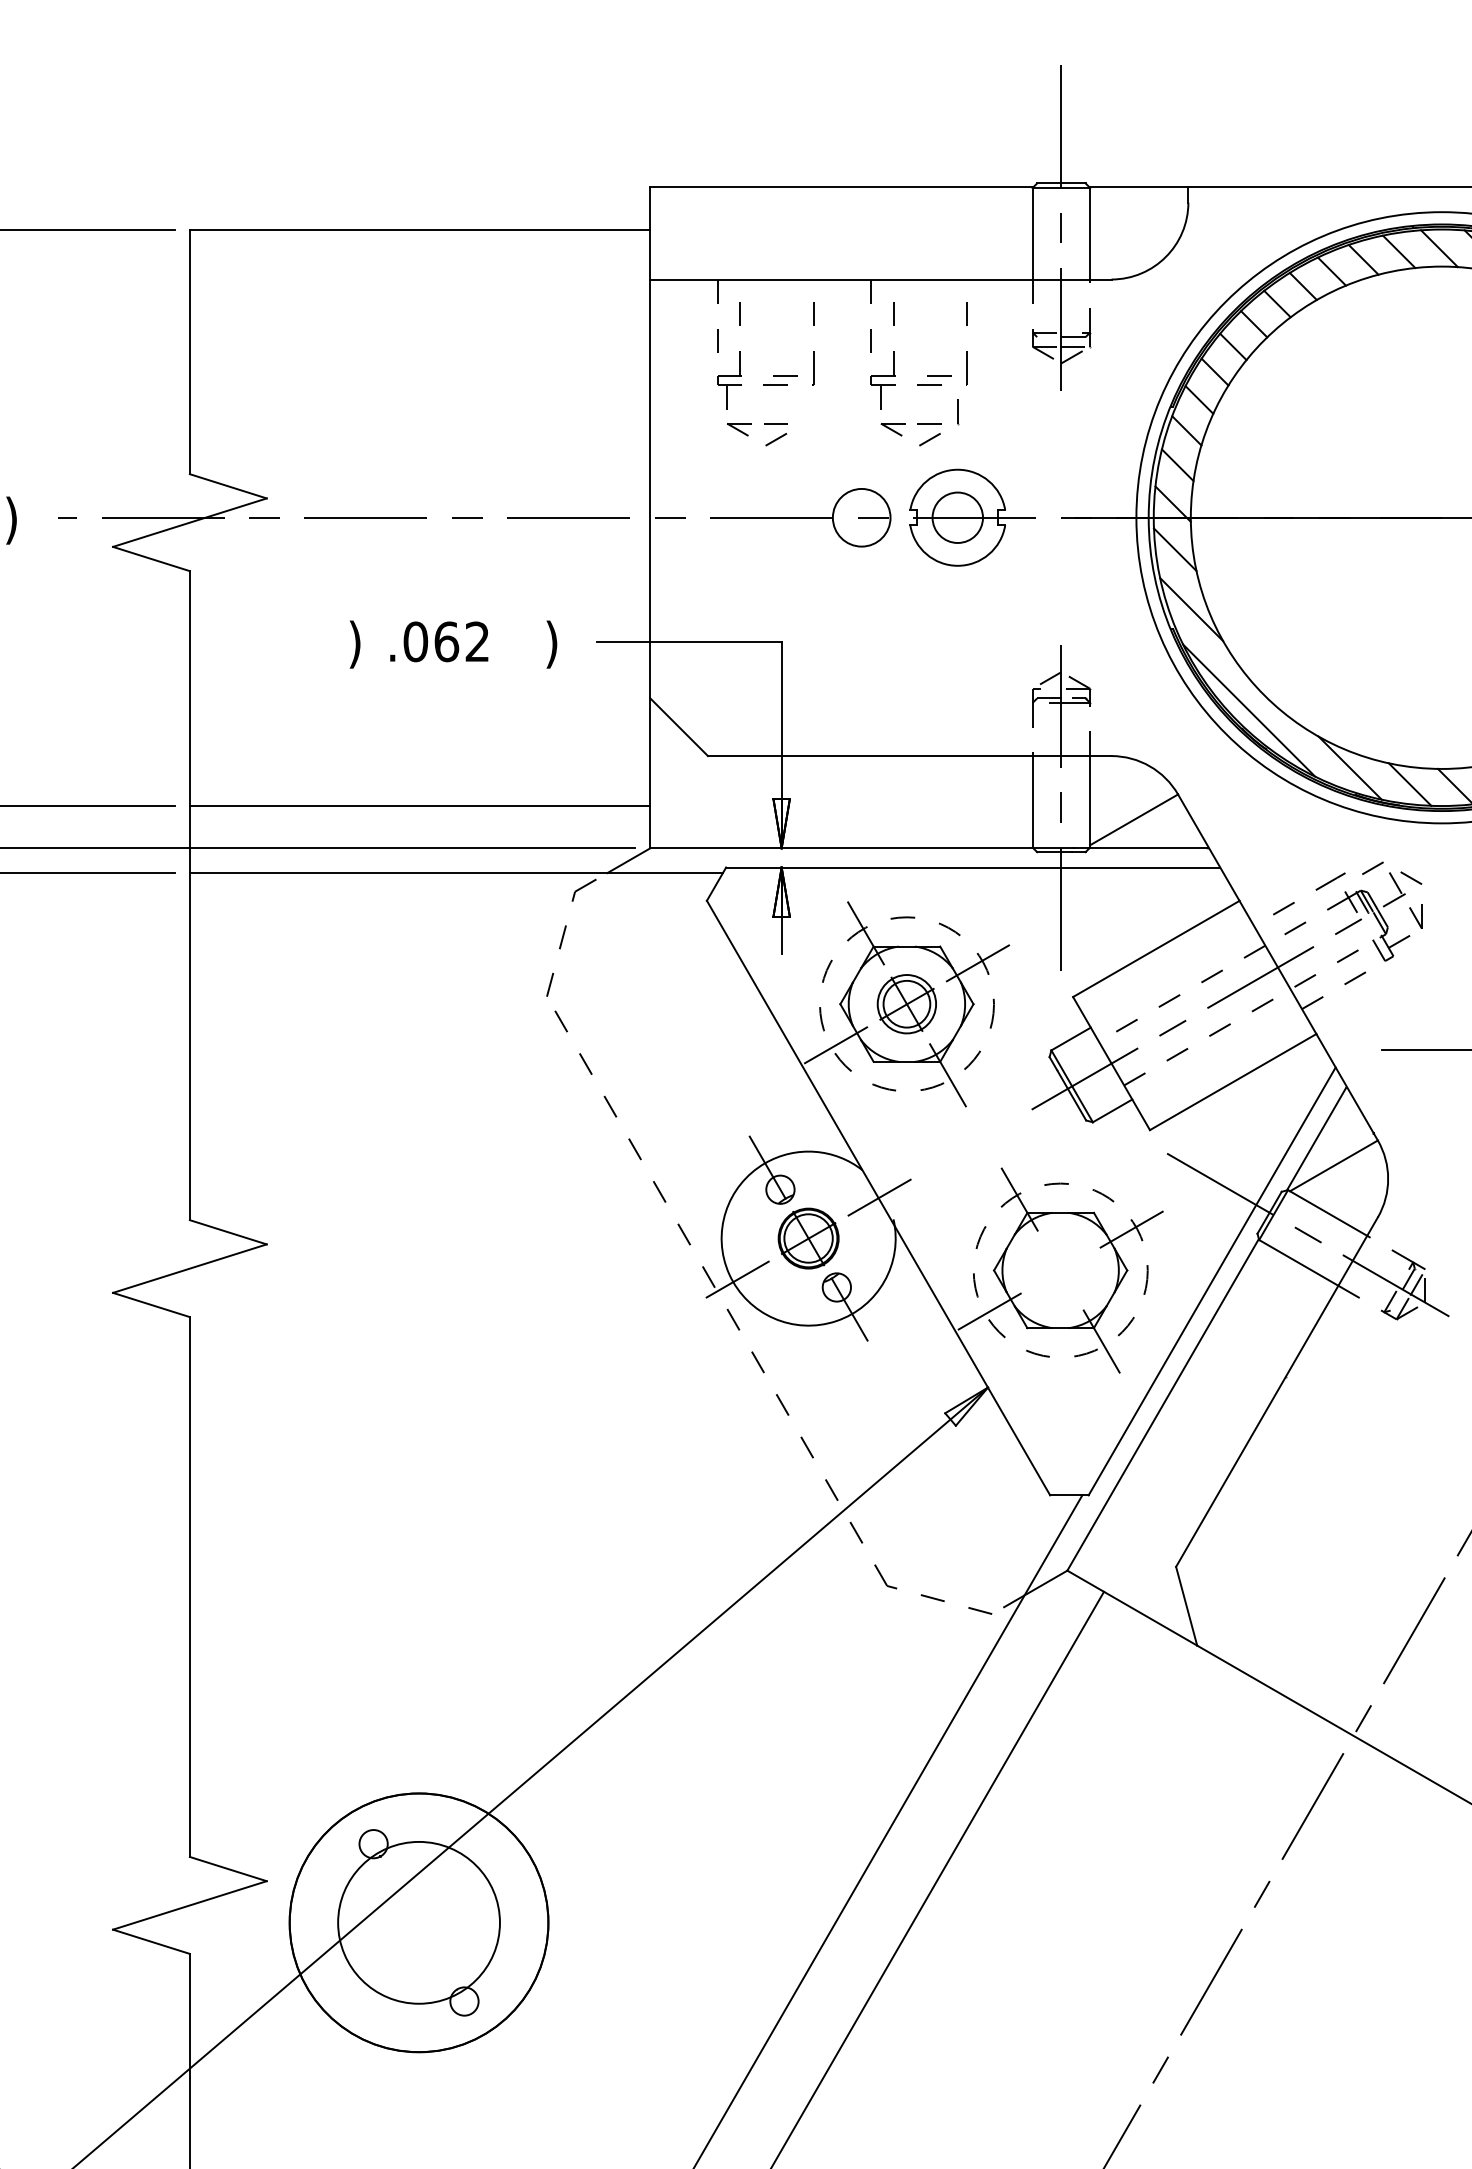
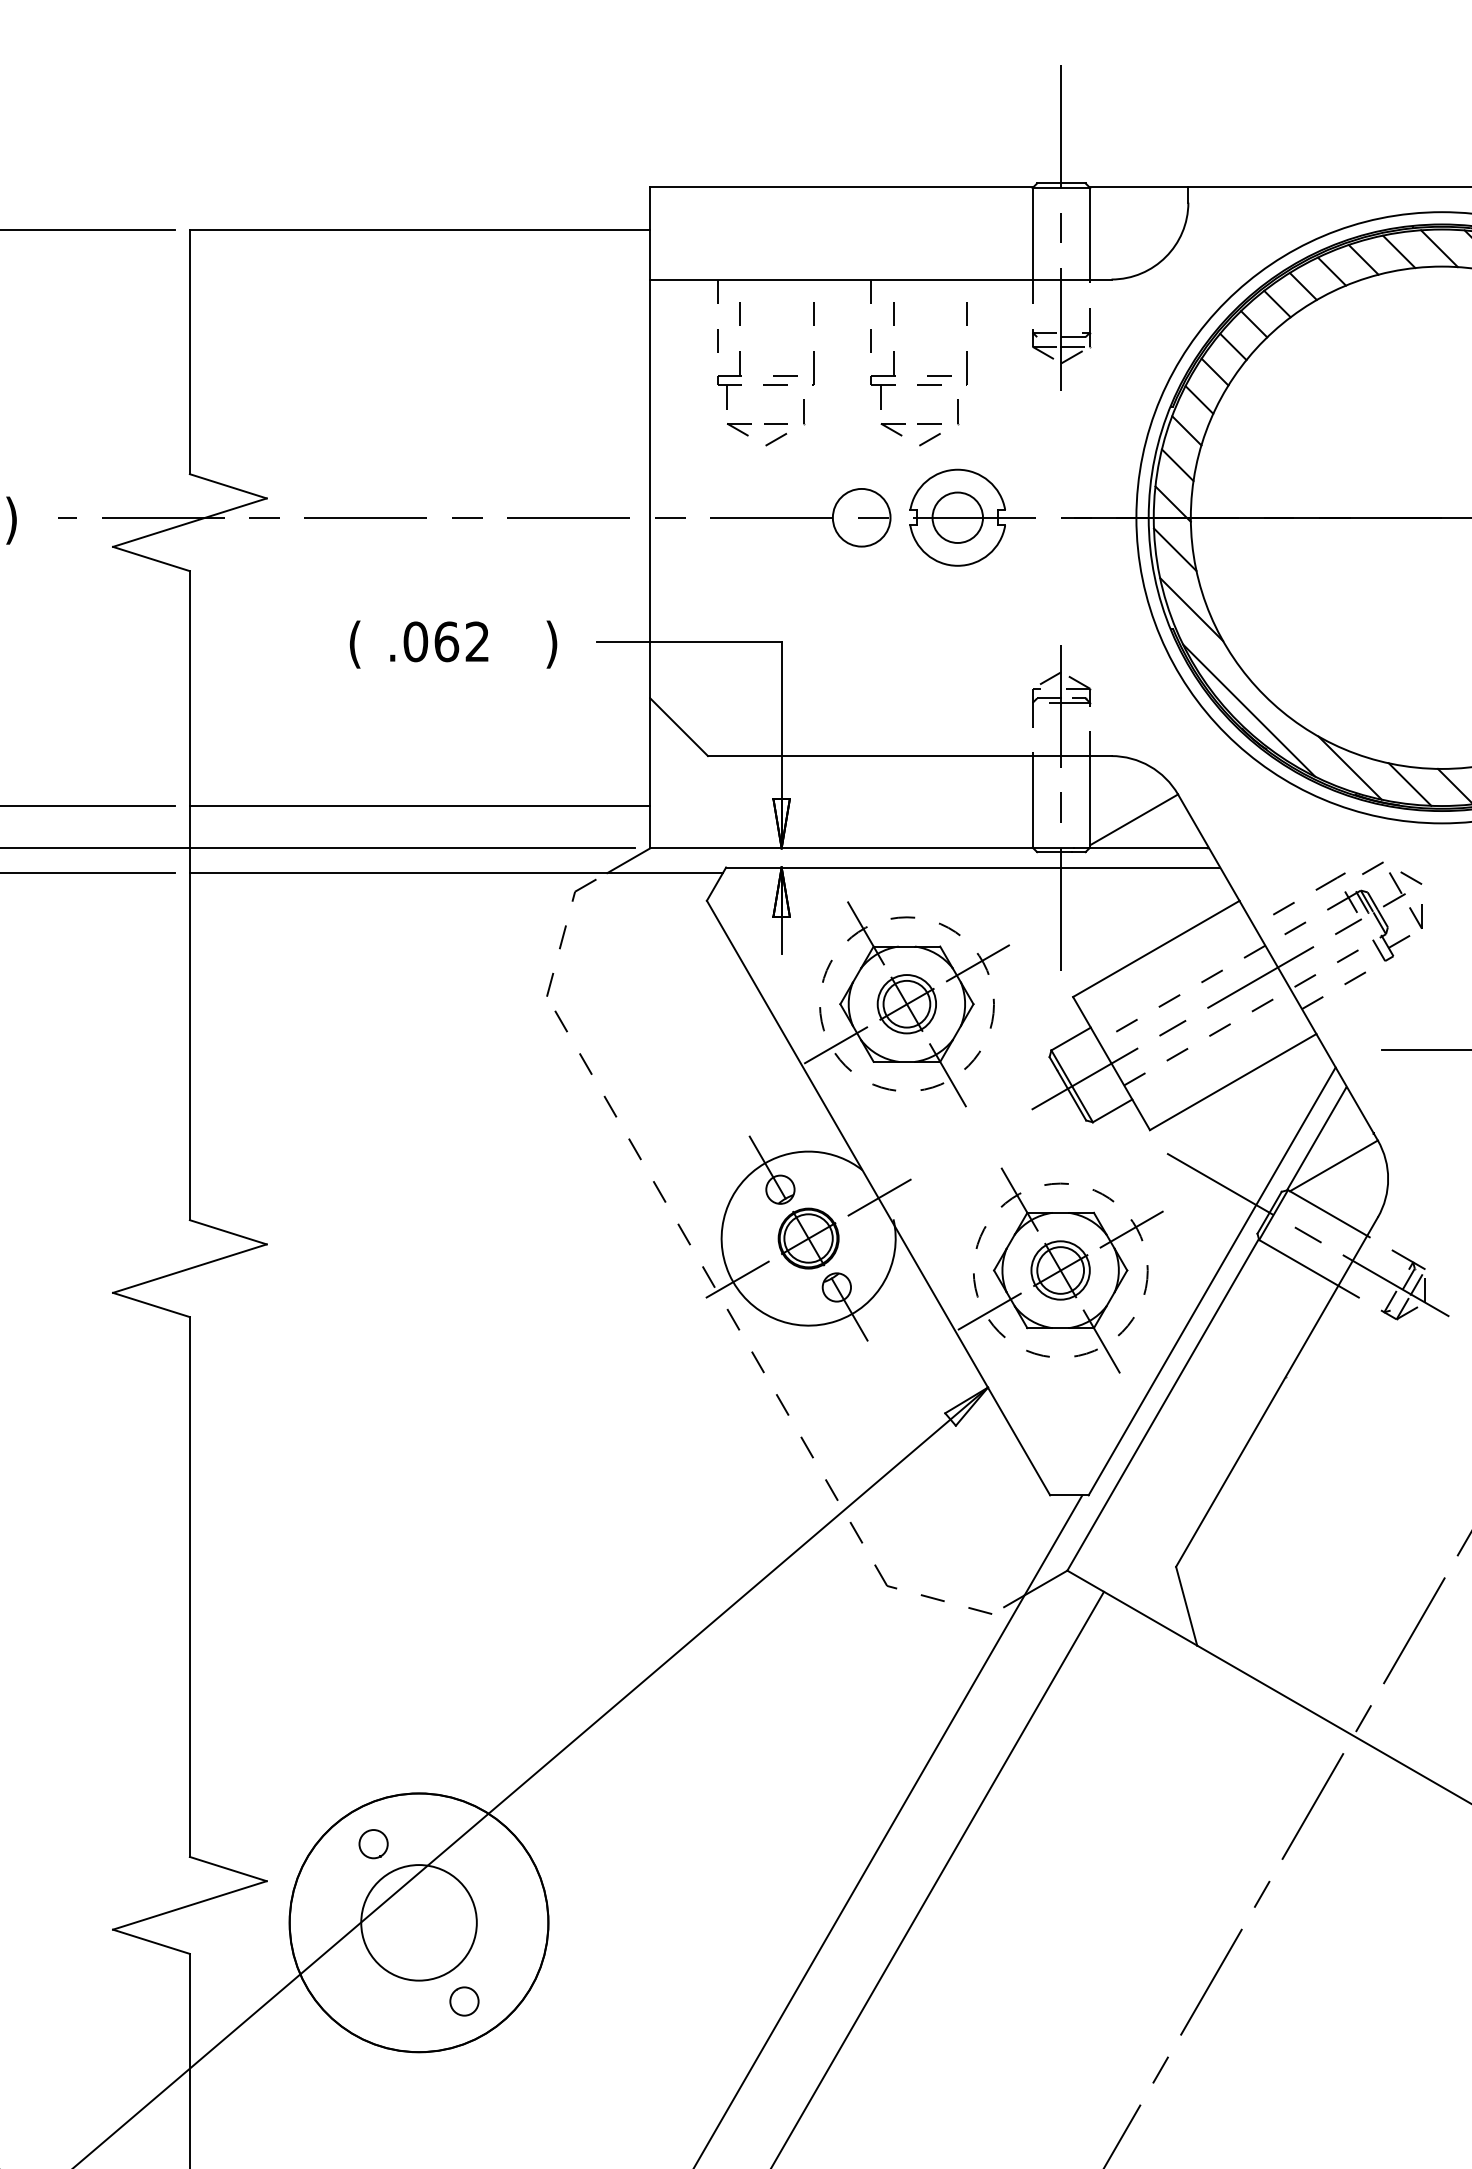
line at (804, 412): none -> present
text at (354, 644): ) -> (
part at (1060, 1270): none -> present
circle at (418, 1922) diameter: 162 px -> 116 px
